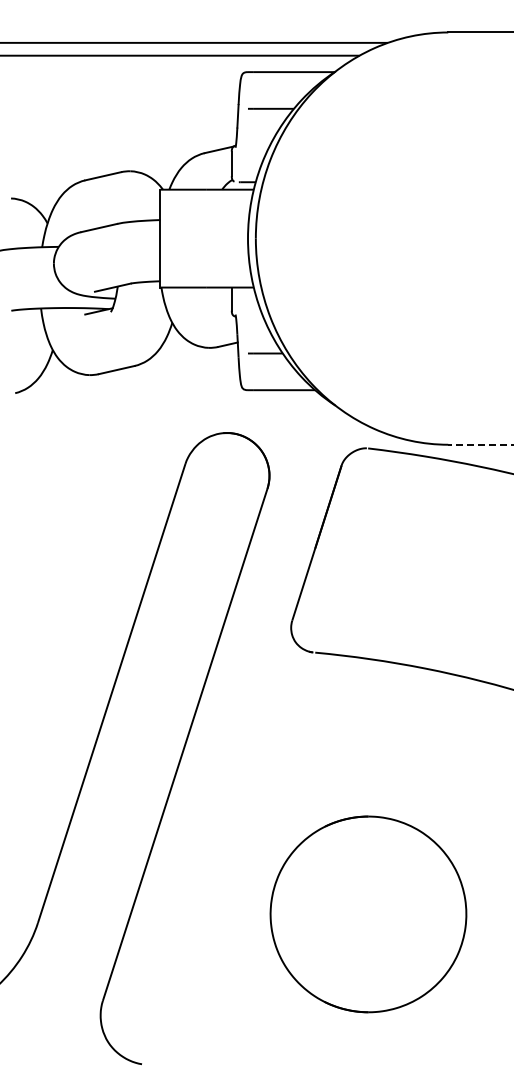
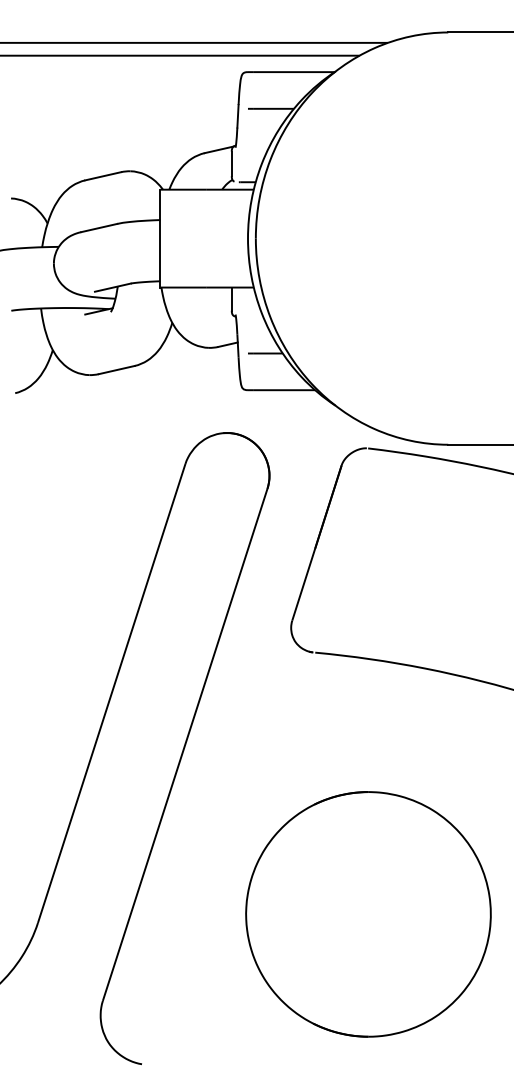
line at (480, 444): dashed -> solid
part at (368, 914) size: 199x199 px -> 247x247 px
